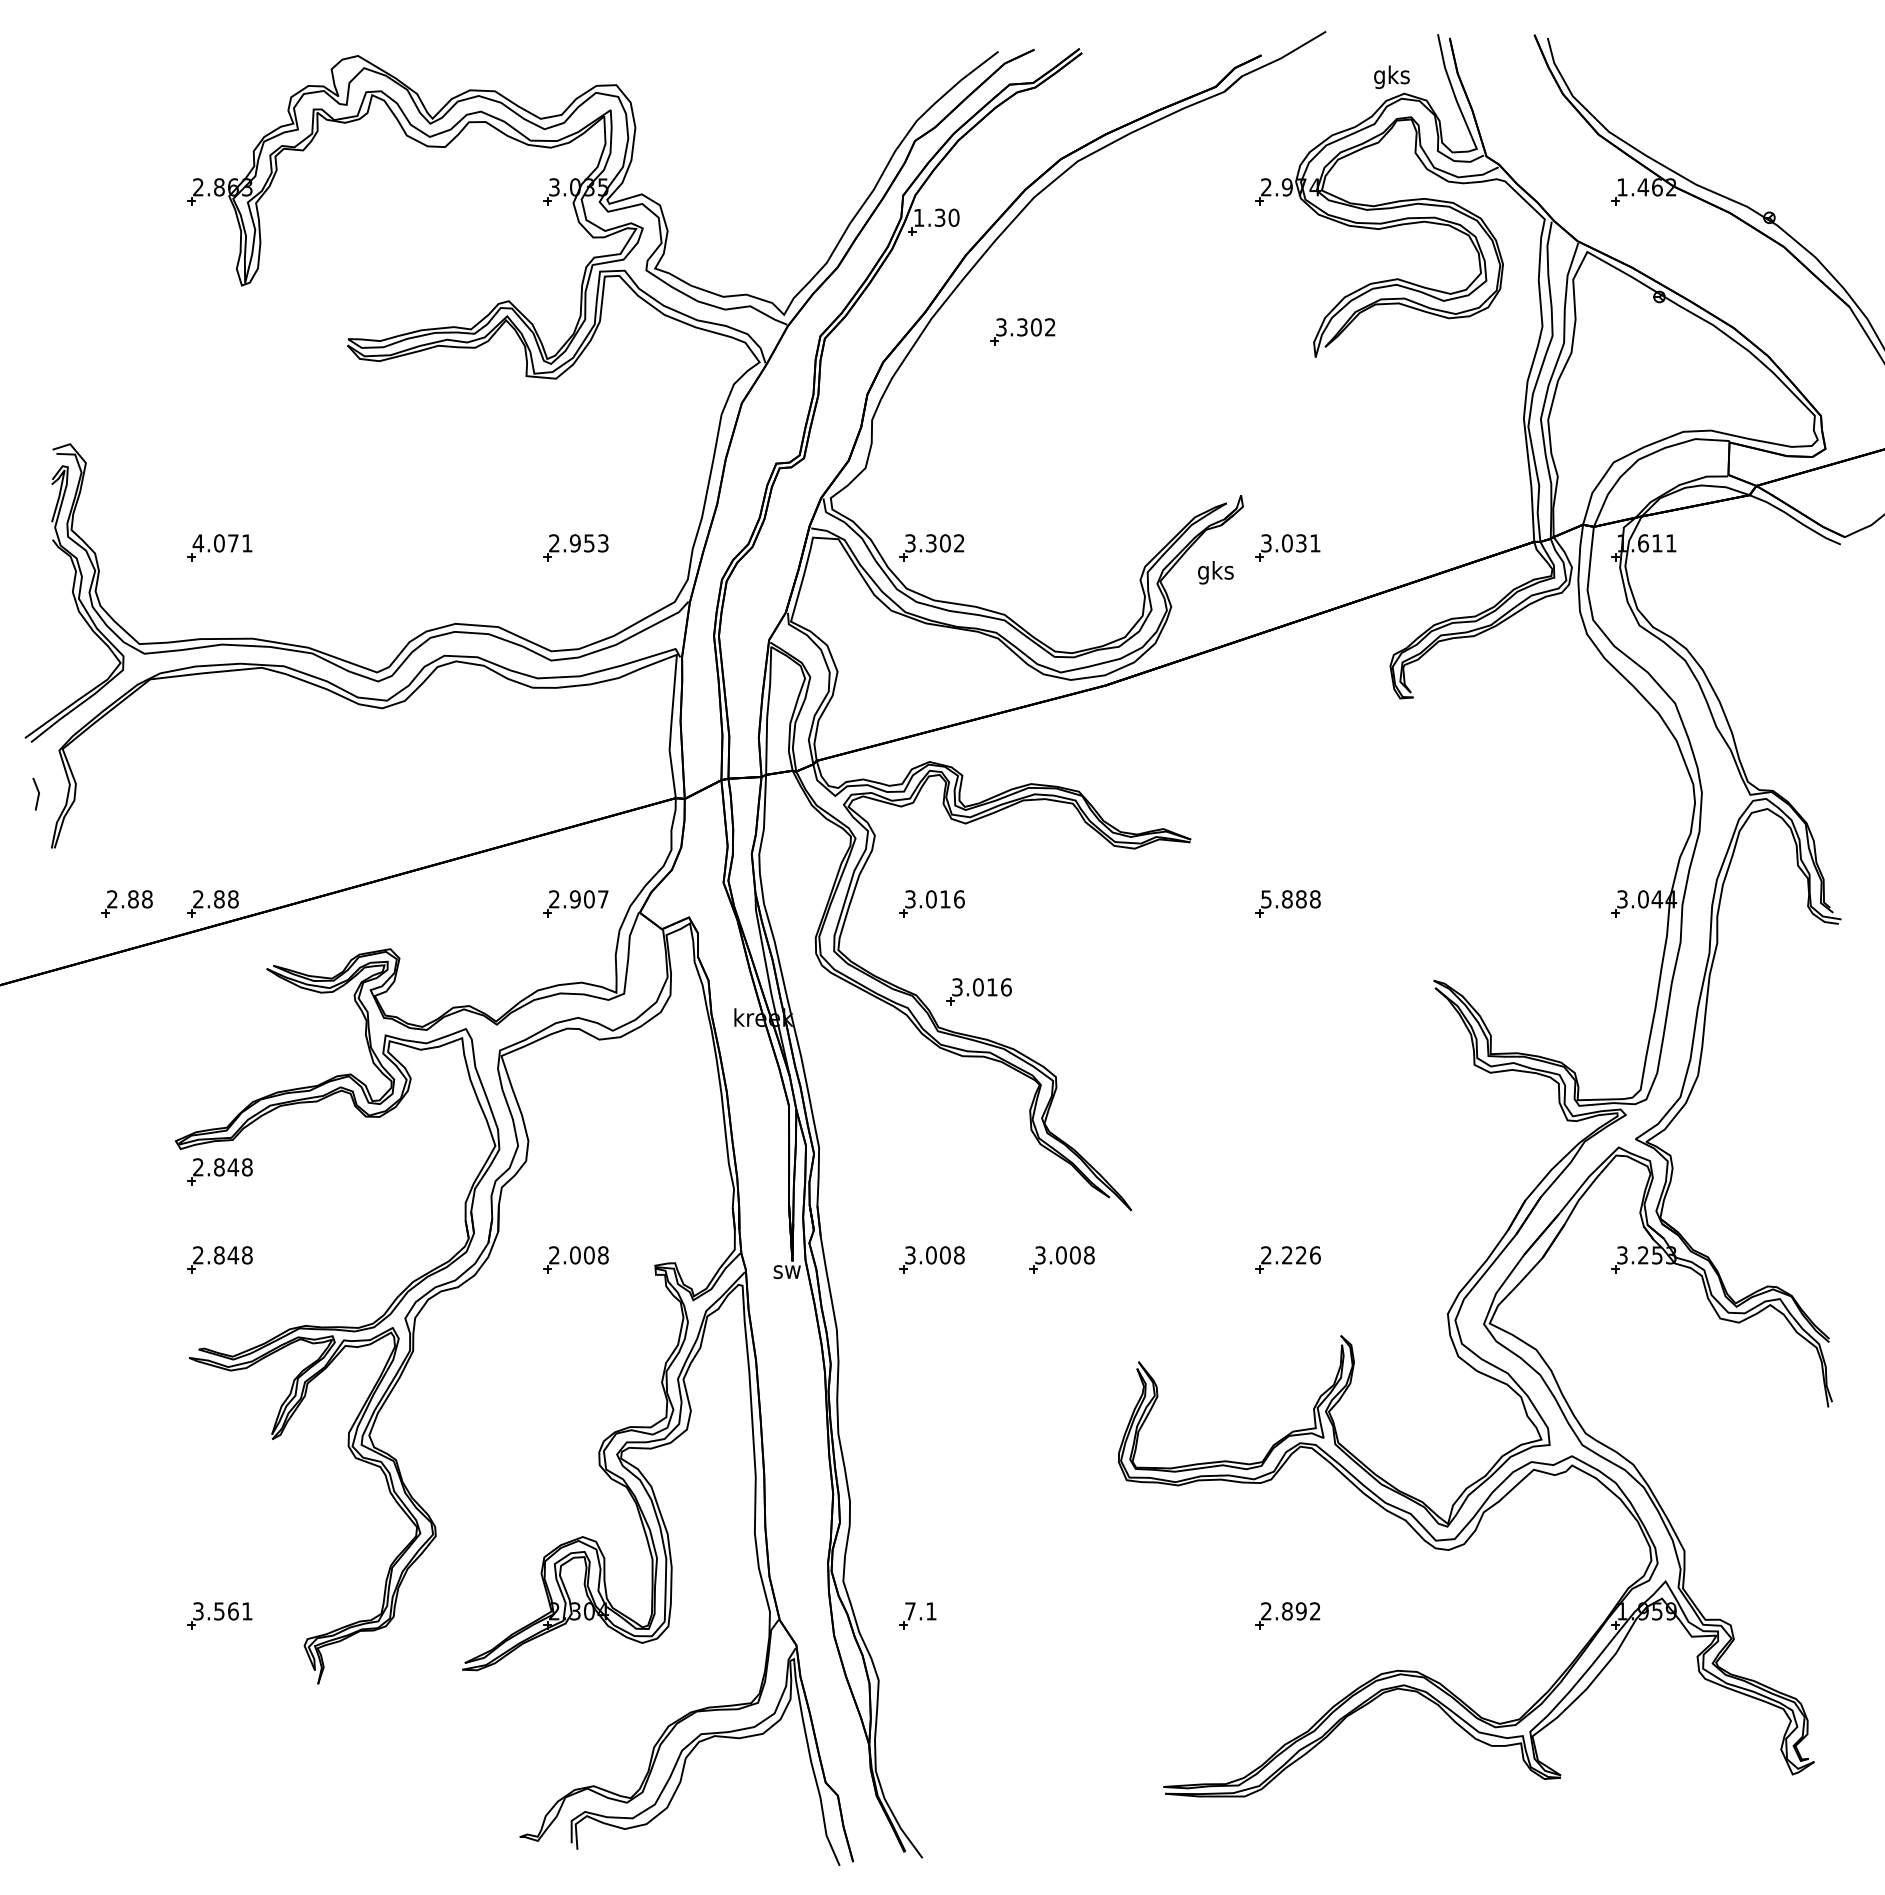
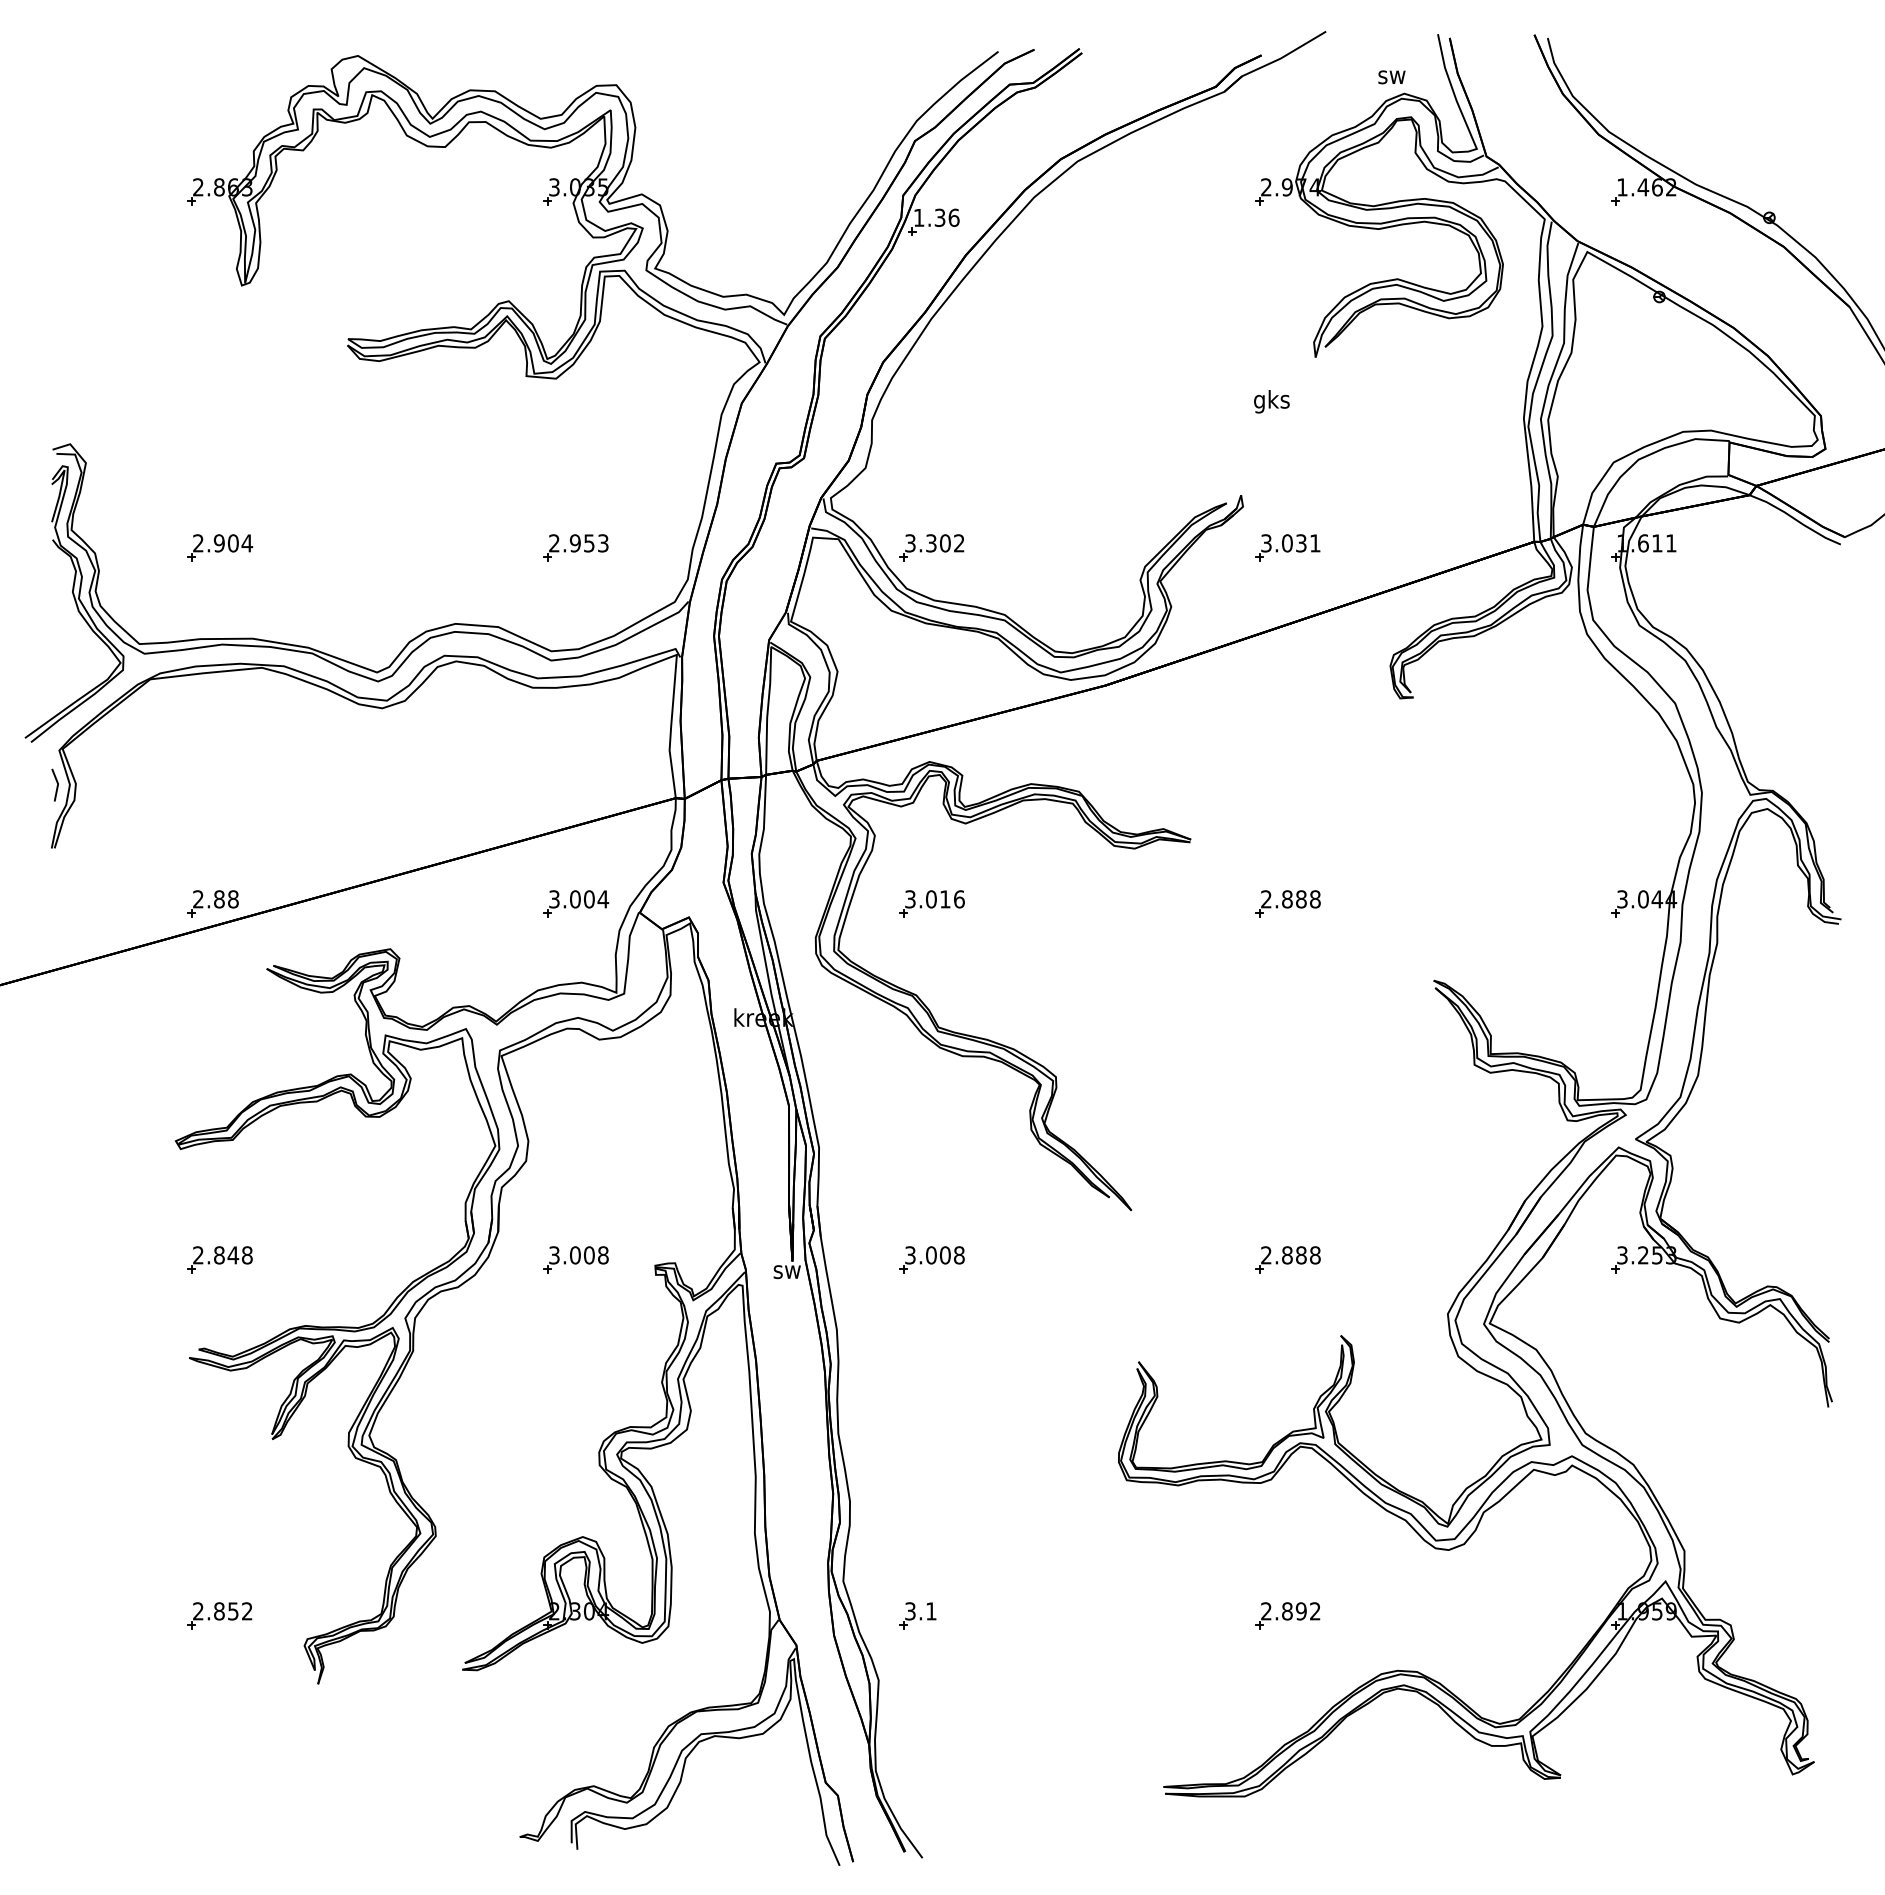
text at (1391, 77): gks -> sw
text at (953, 217): 1.30 -> 1.36
part at (1022, 331): present -> none
text at (222, 543): 4.071 -> 2.904
text at (1215, 572) position: (1215, 572) -> (1271, 401)
line at (37, 791) position: (37, 791) -> (56, 782)
text at (579, 899): 2.907 -> 3.004
text at (1266, 899): 5.888 -> 2.888
part at (126, 903): present -> none
part at (978, 991): present -> none
part at (219, 1171): present -> none
text at (554, 1255): 2.008 -> 3.008
text at (1301, 1255): 2.226 -> 2.888
part at (1061, 1259): present -> none
text at (222, 1611): 3.561 -> 2.852
text at (910, 1611): 7.1 -> 3.1
